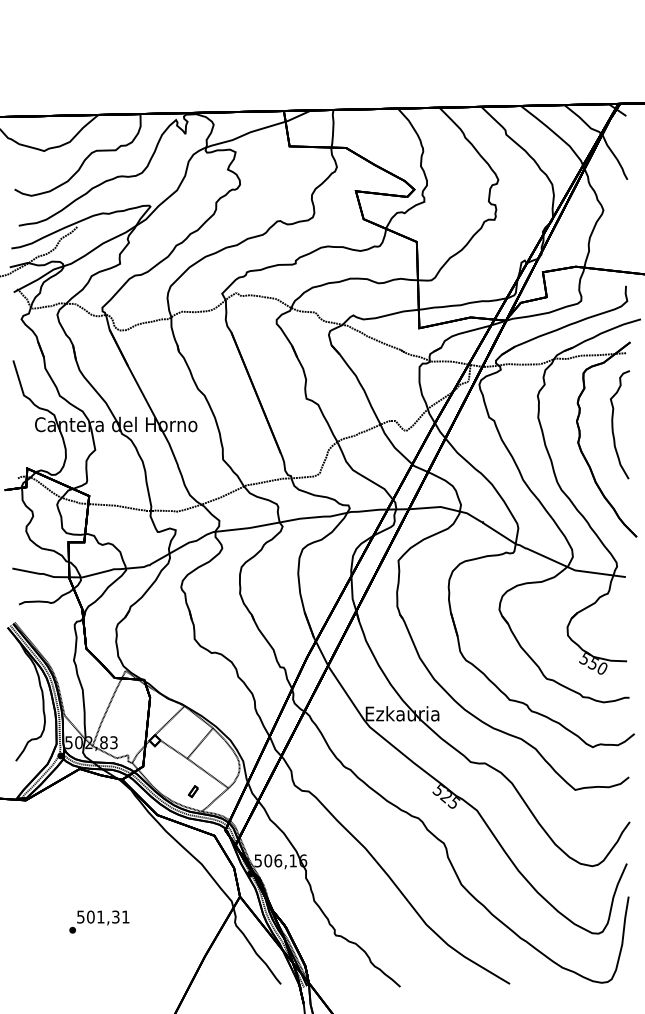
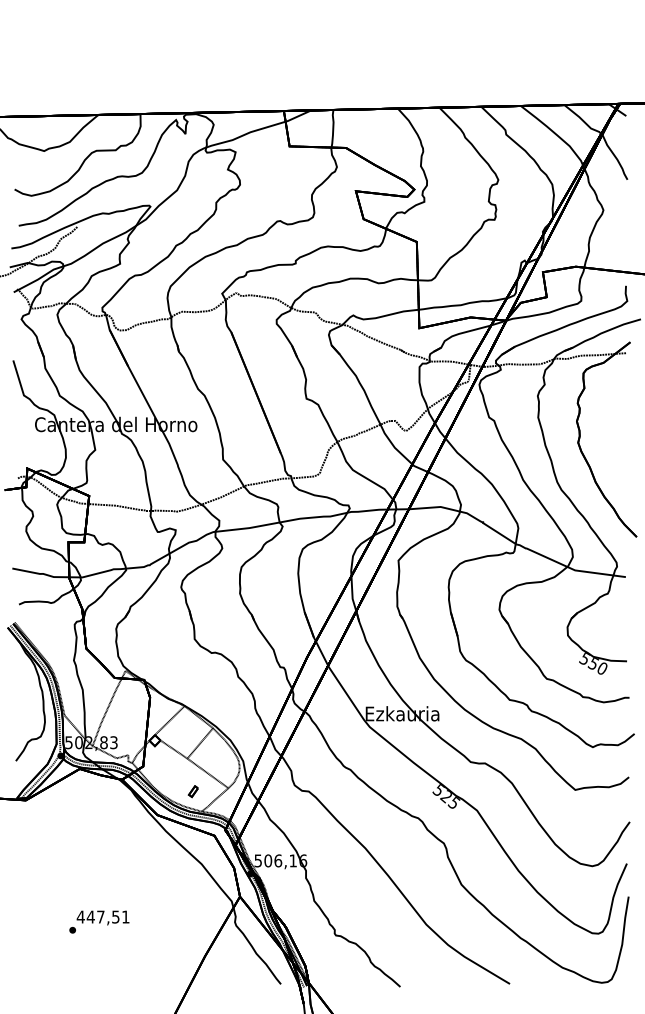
curve at (613, 424): present -> none
text at (97, 916): 501,31 -> 447,51
